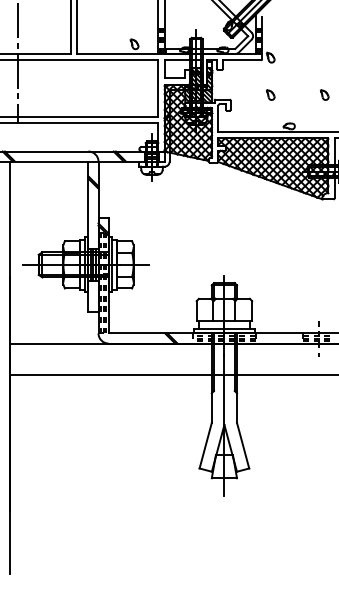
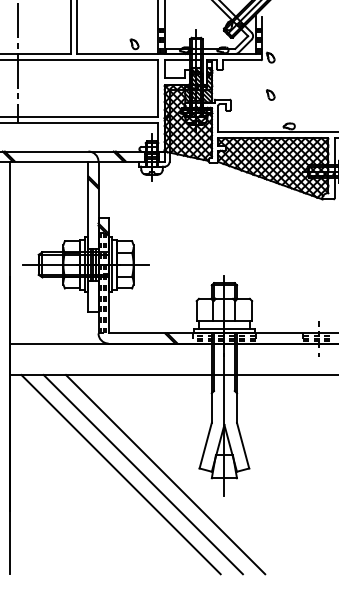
part at (324, 94): present -> none
line at (120, 474): none -> present
line at (142, 474): none -> present
line at (165, 474): none -> present
